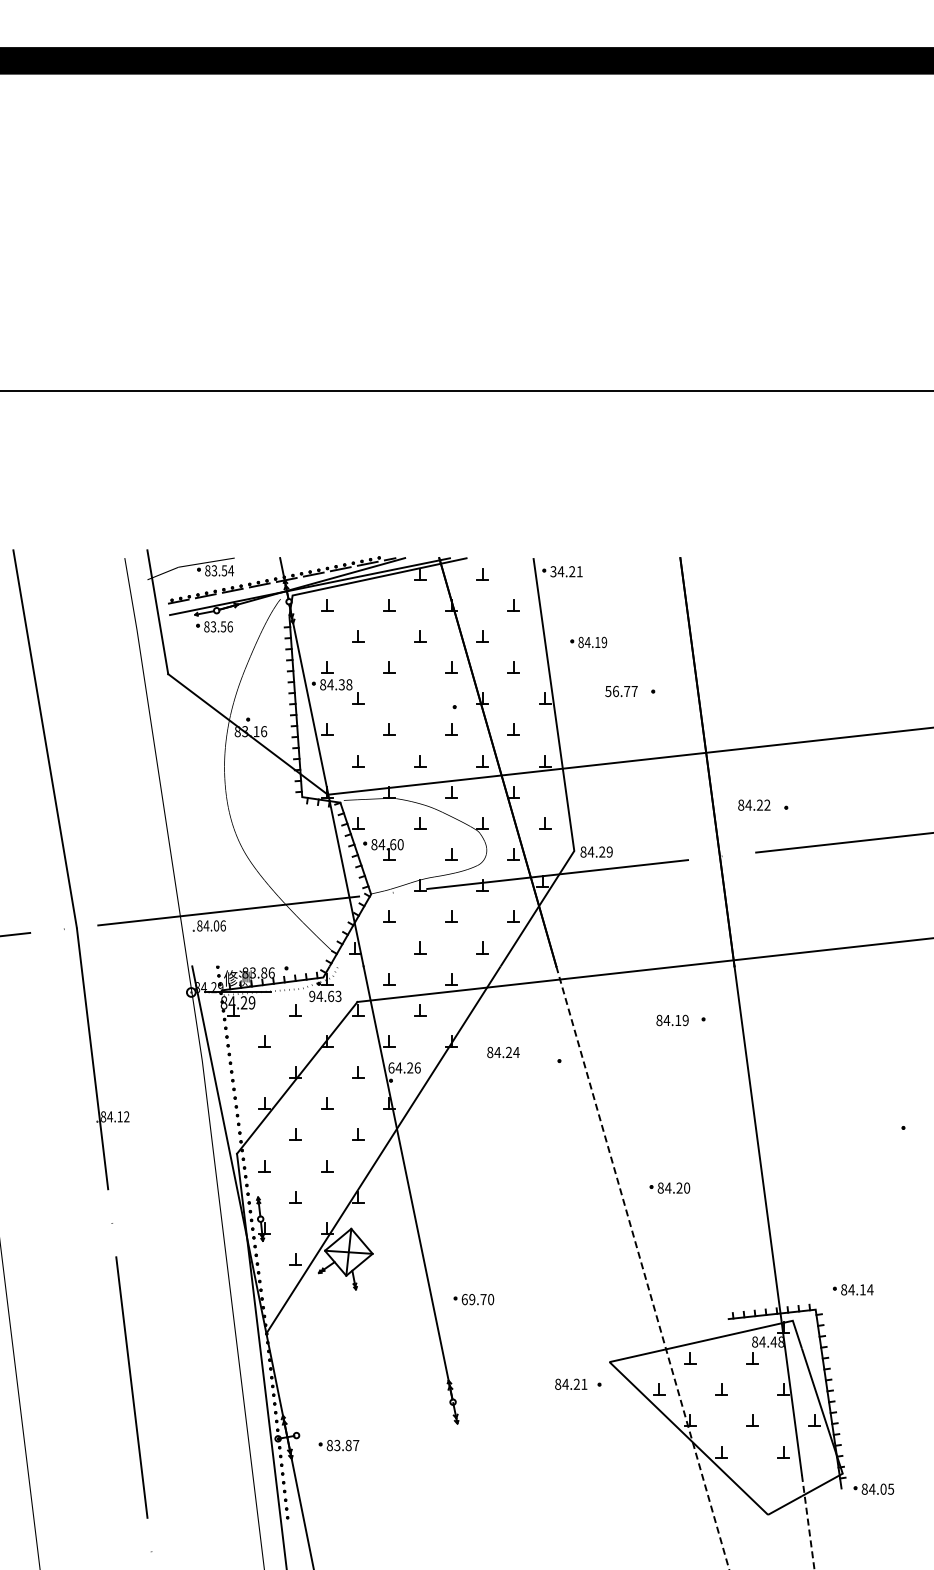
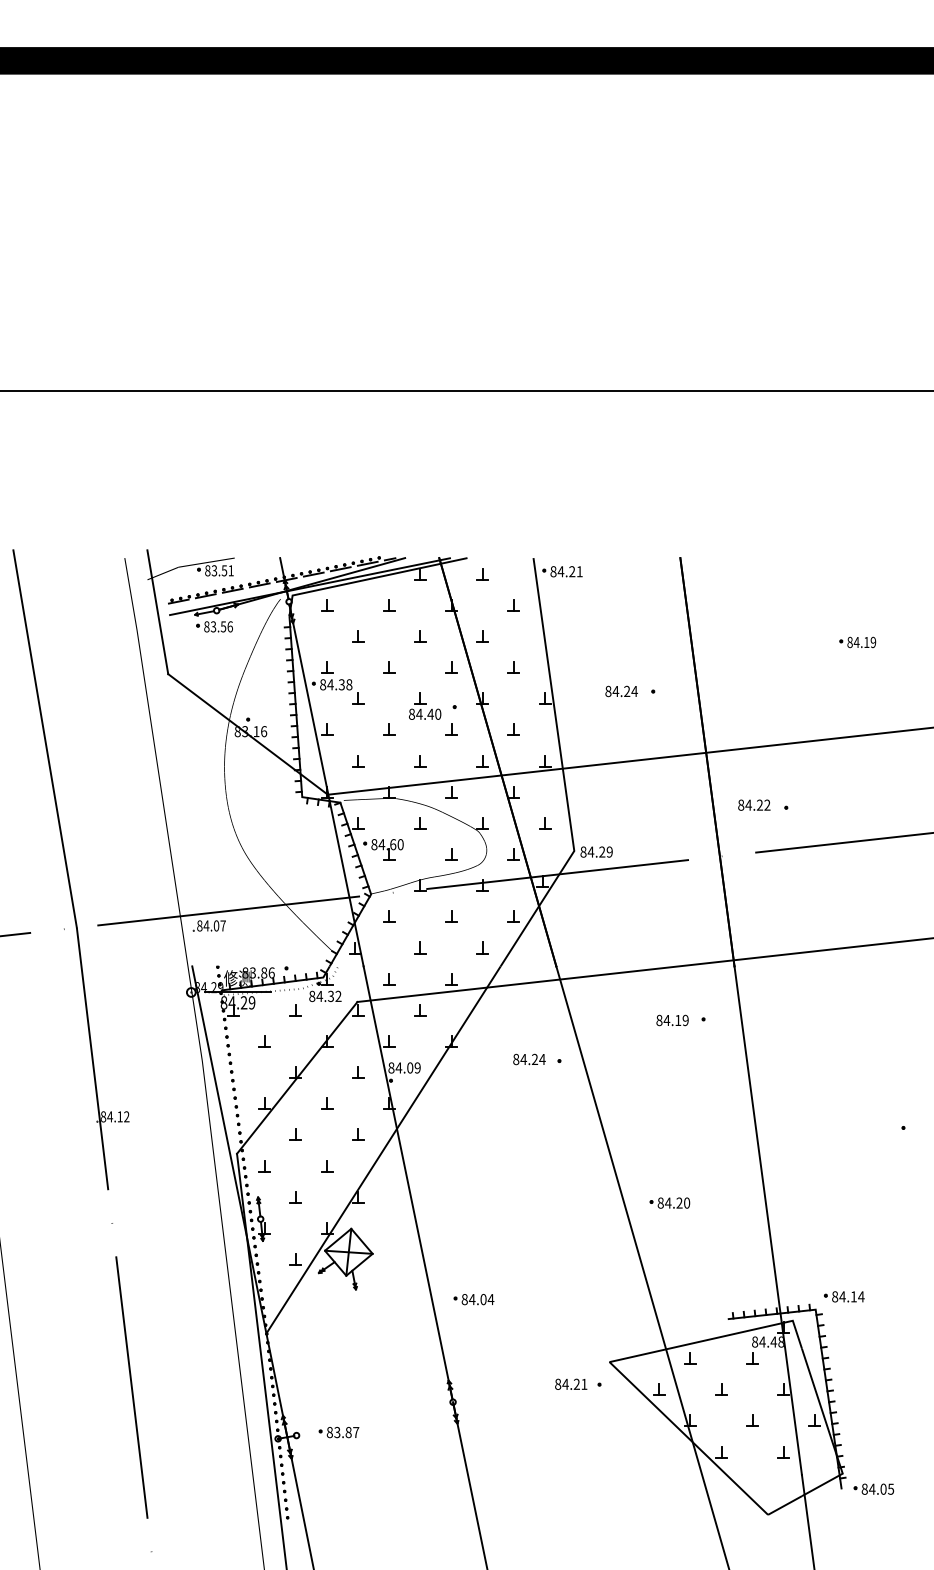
text at (231, 570): 83.54 -> 83.51
text at (553, 571): 34.21 -> 84.21
part at (588, 642) position: (588, 642) -> (857, 642)
text at (621, 691): 56.77 -> 84.24
part at (425, 705): none -> present
text at (222, 925): 84.06 -> 84.07
text at (325, 996): 94.63 -> 84.32
text at (503, 1052) position: (503, 1052) -> (529, 1059)
text at (404, 1067): 64.26 -> 84.09
part at (669, 1187) position: (669, 1187) -> (669, 1202)
line at (642, 1267): dashed -> solid
part at (853, 1289) position: (853, 1289) -> (844, 1296)
text at (477, 1299): 69.70 -> 84.04
part at (338, 1445) position: (338, 1445) -> (338, 1432)
line at (469, 1484): none -> present
line at (808, 1522): dashed -> solid
